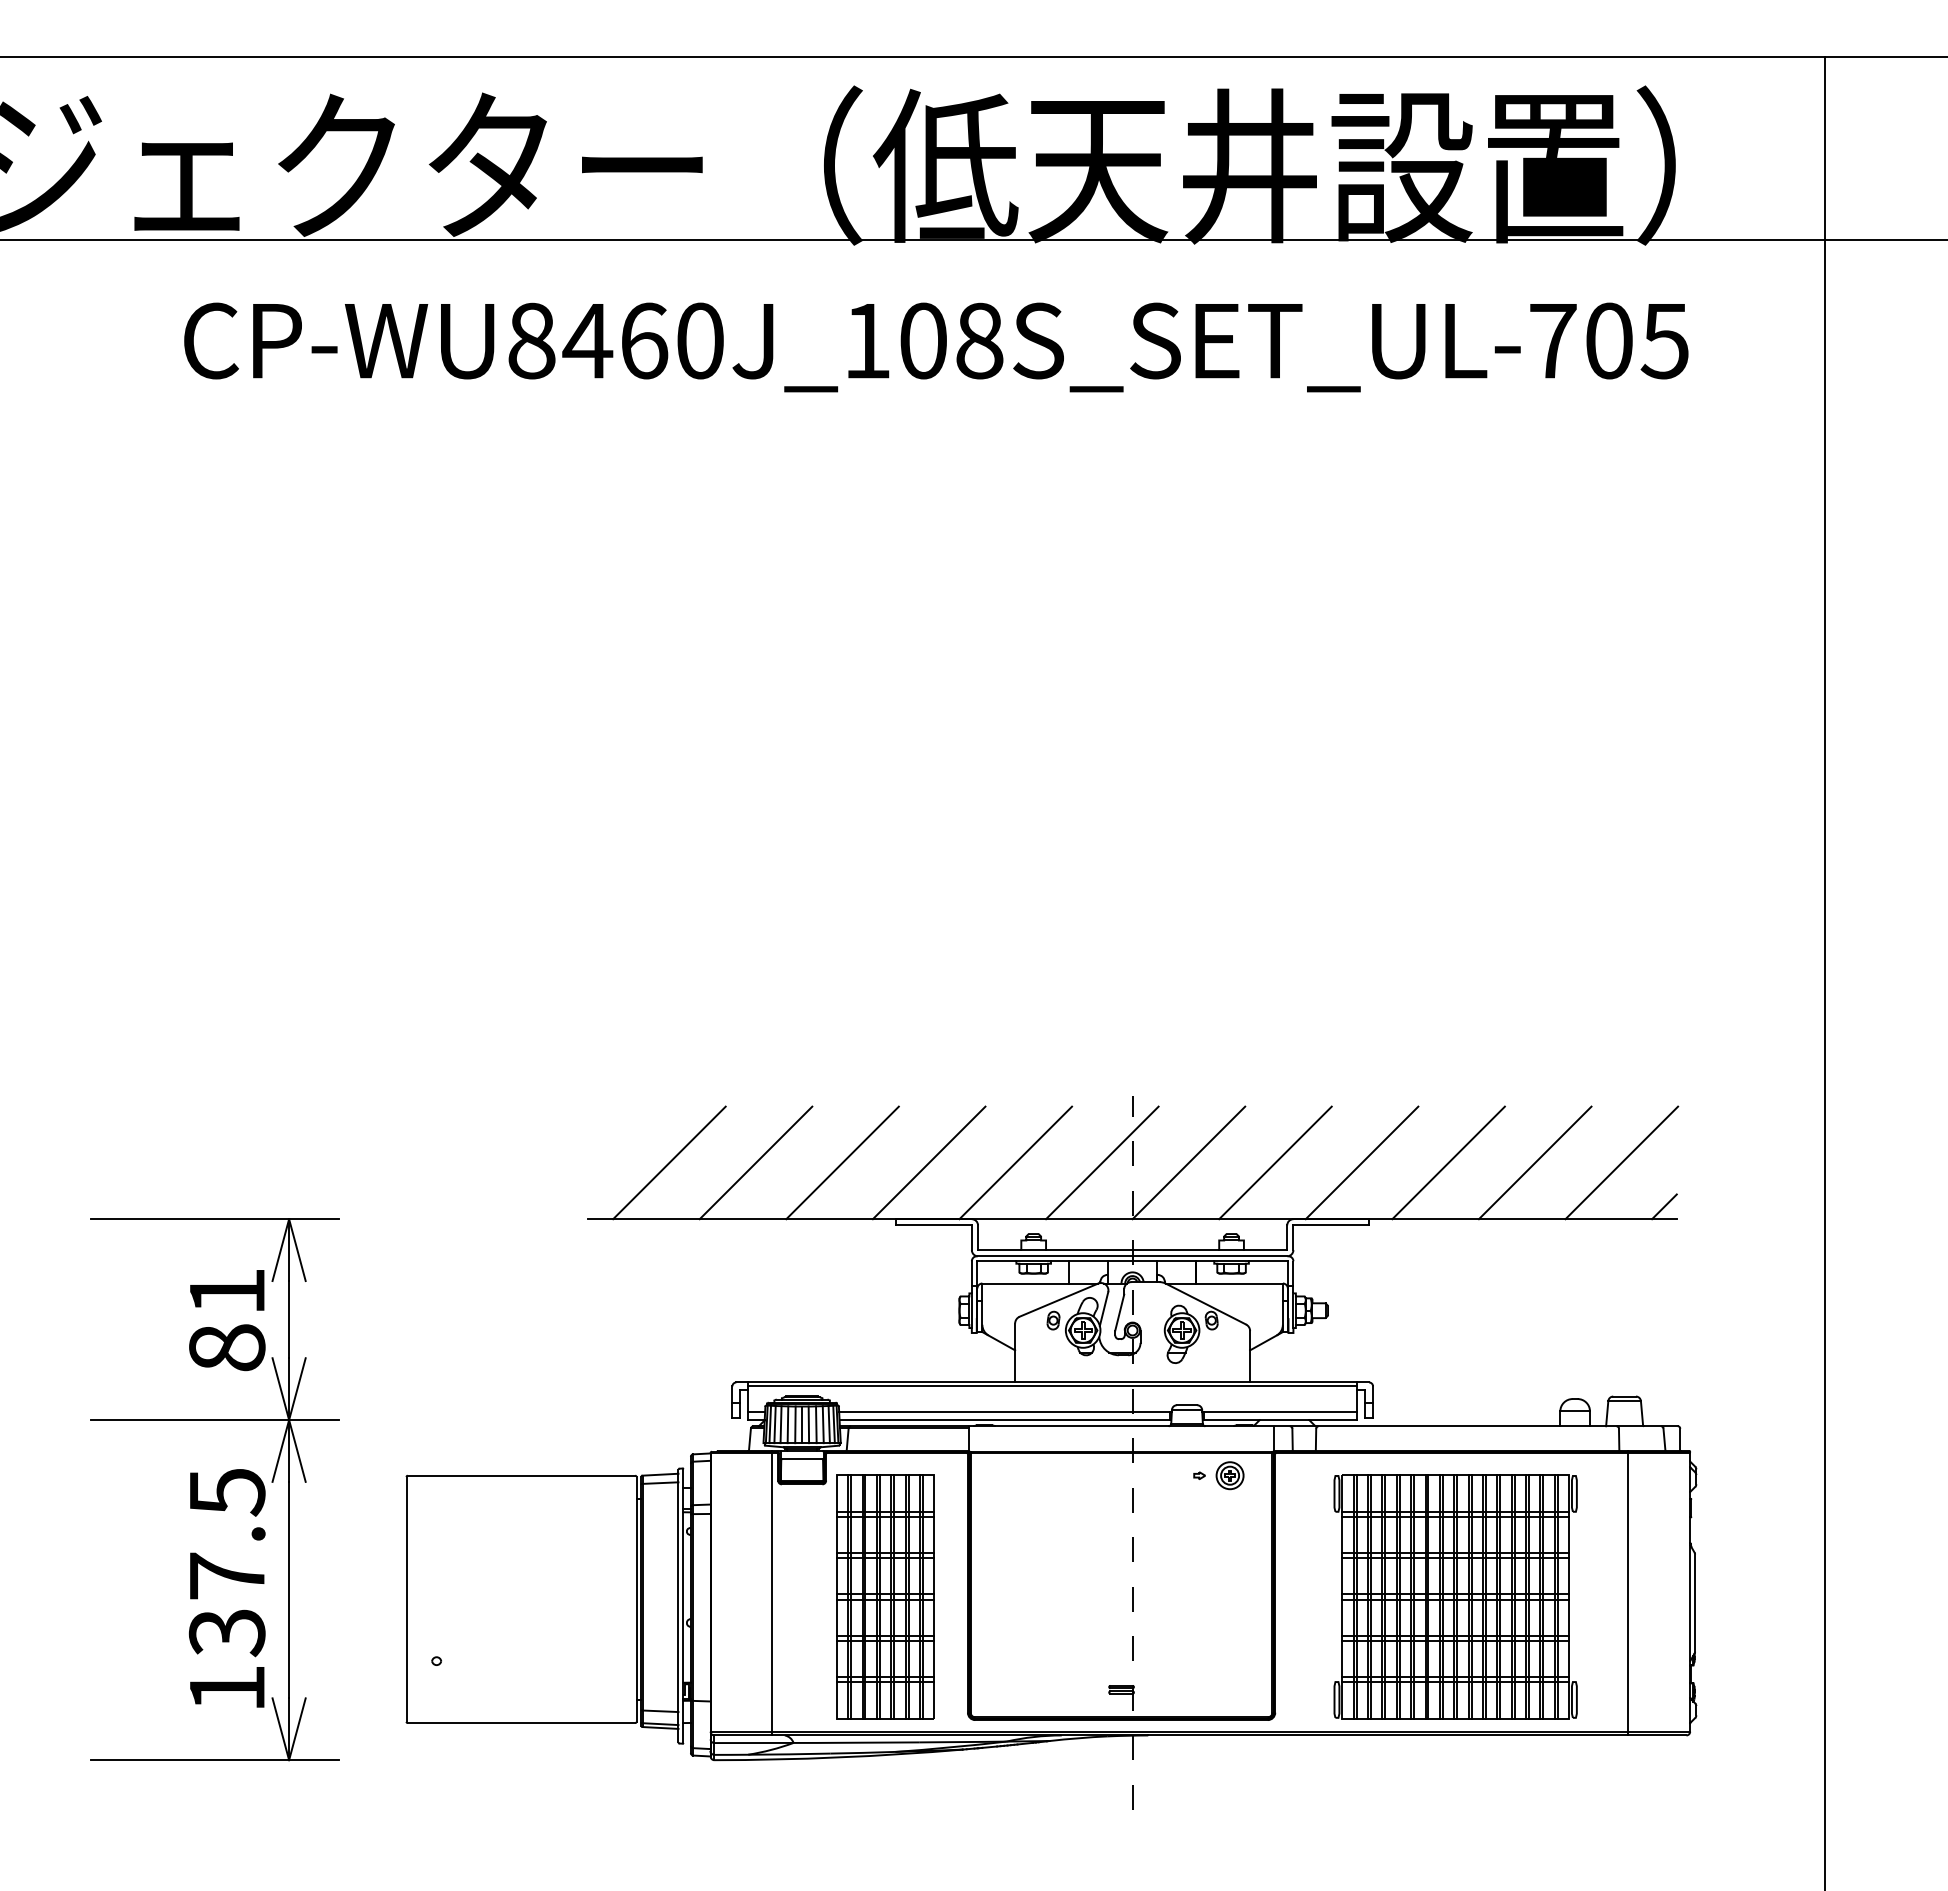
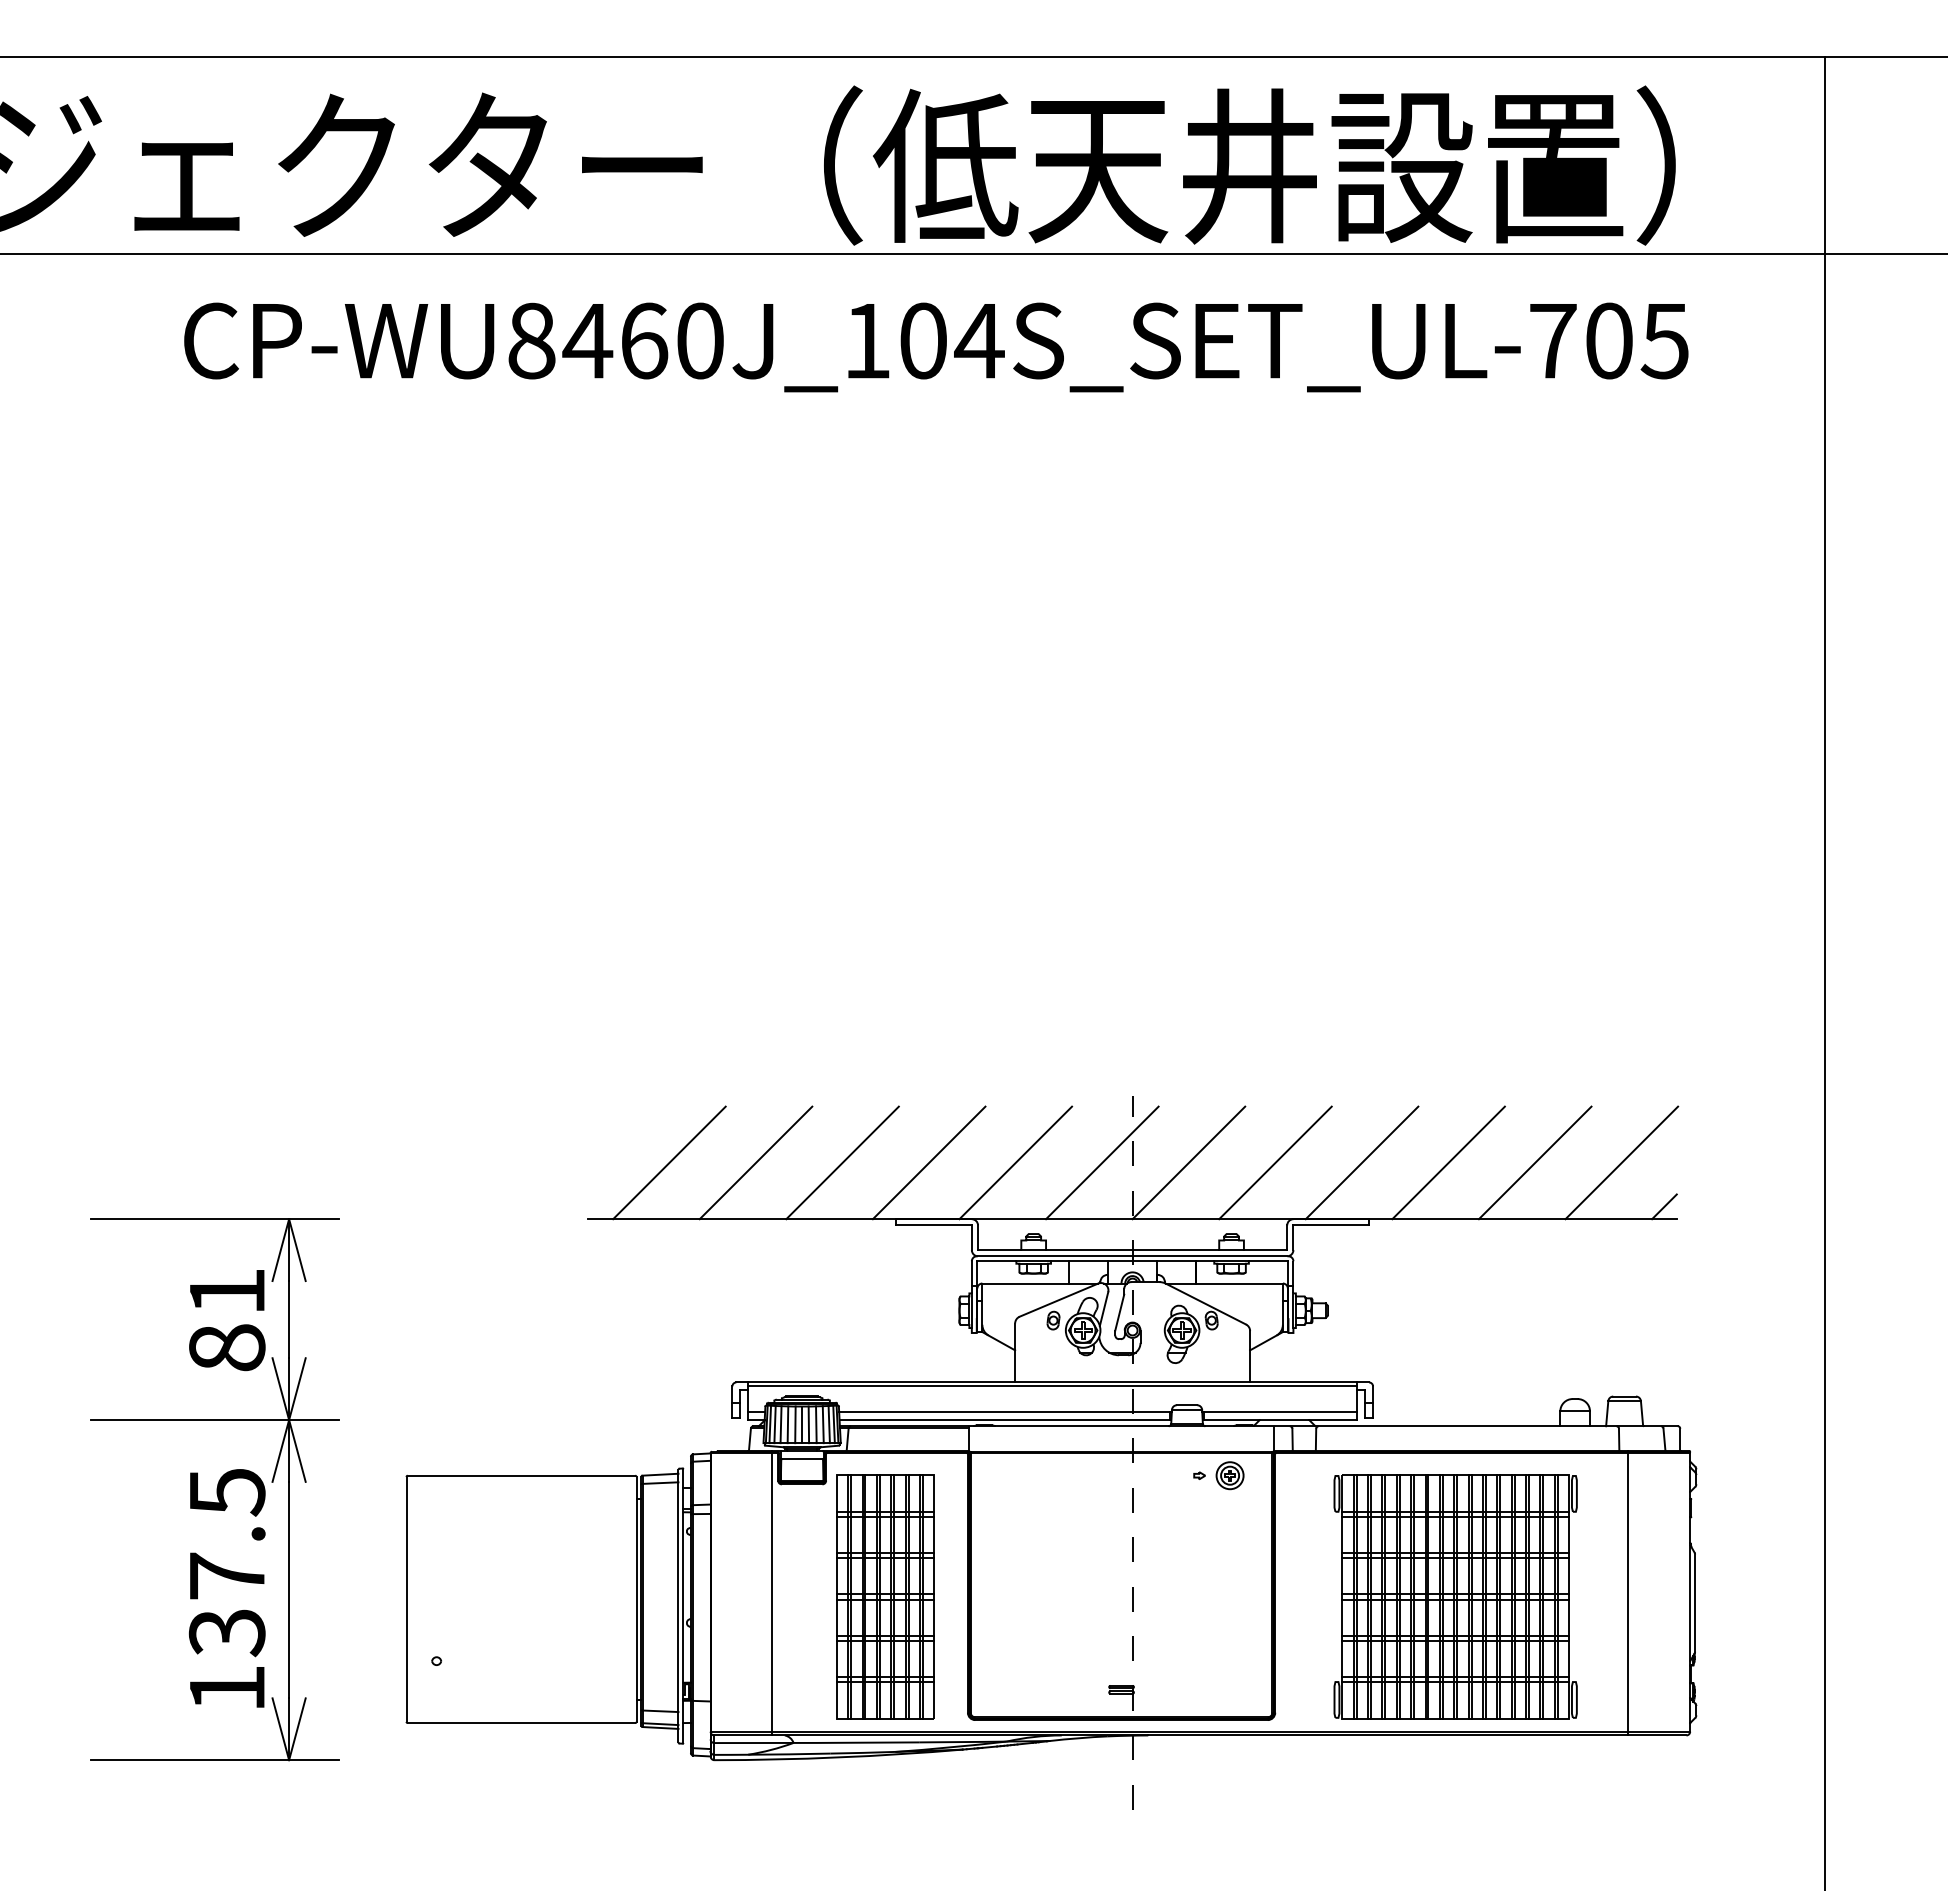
line at (973, 240) position: (973, 240) -> (973, 254)
text at (979, 340): CP-WU8460J_108S_SET_UL-705 -> CP-WU8460J_104S_SET_UL-705
